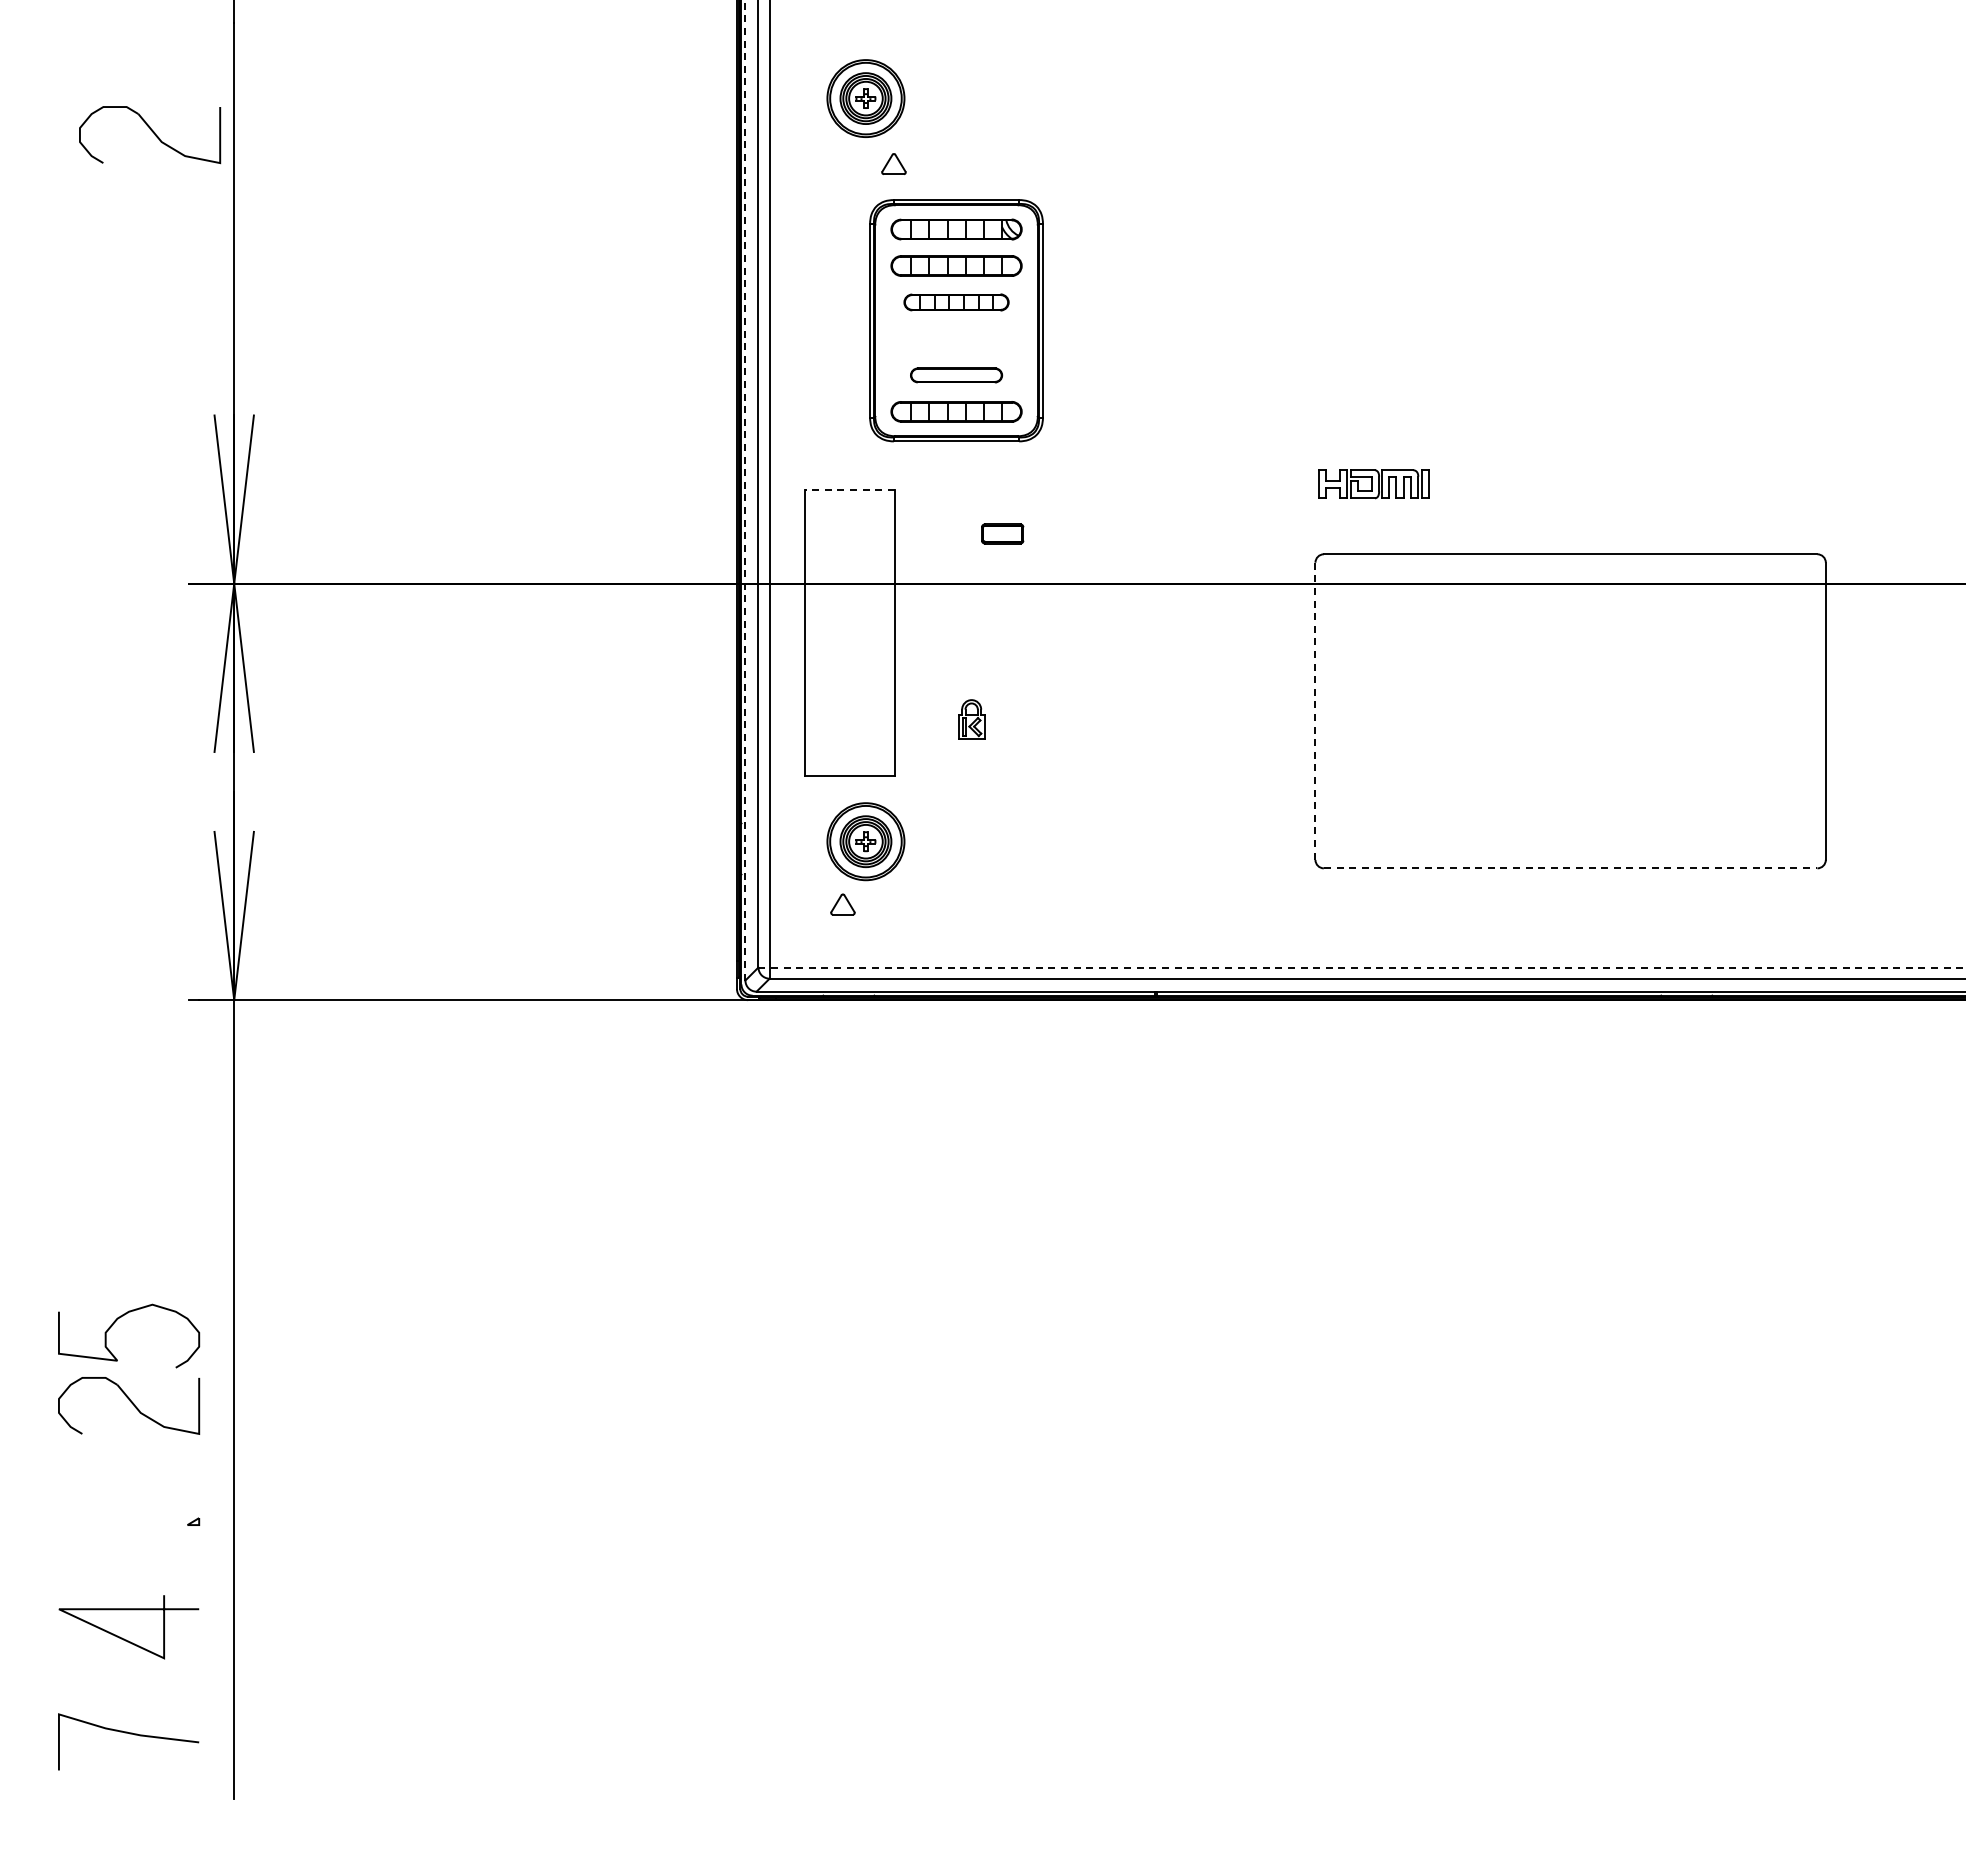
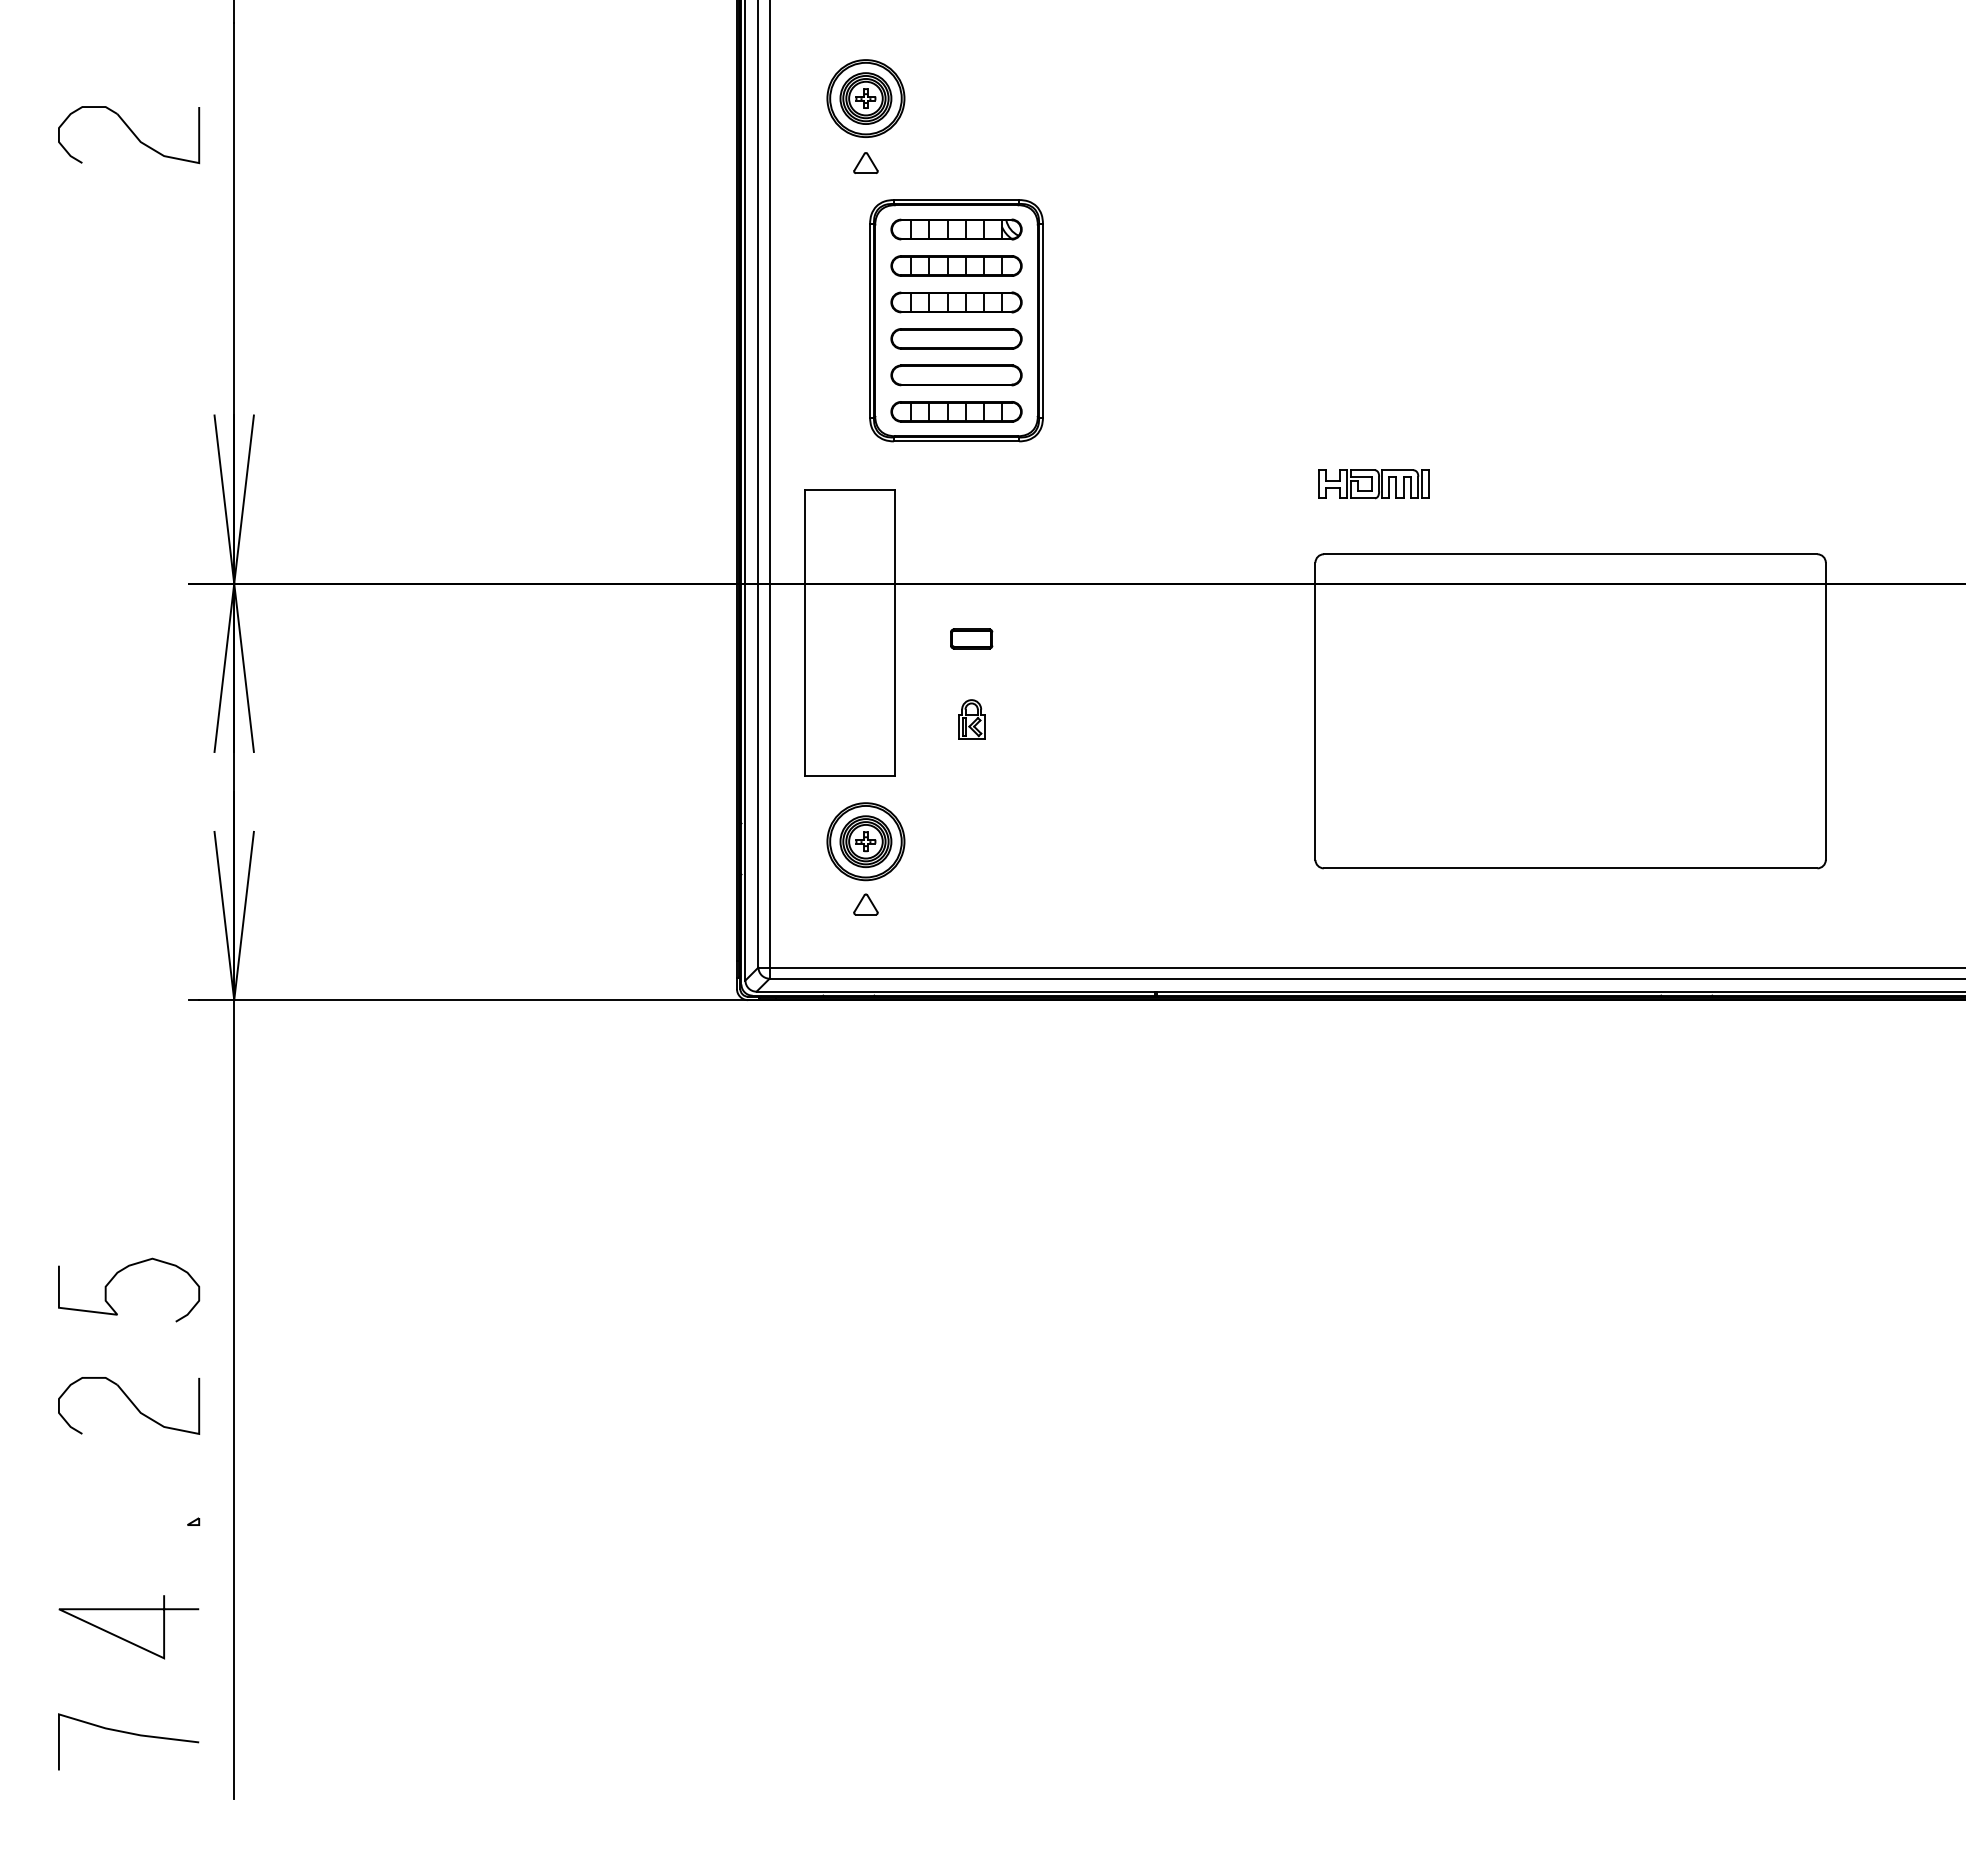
part at (150, 135) position: (150, 135) -> (129, 135)
part at (893, 163) position: (893, 163) -> (865, 162)
part at (956, 302) size: 107x19 px -> 133x23 px
part at (956, 338): none -> present
part at (956, 375) size: 94x17 px -> 133x23 px
line at (849, 489): dashed -> solid
line at (745, 490): dashed -> solid
part at (1002, 533) position: (1002, 533) -> (971, 638)
line at (1315, 711): dashed -> solid
line at (1570, 868): dashed -> solid
part at (842, 904) position: (842, 904) -> (865, 904)
line at (1362, 967): dashed -> solid
curve at (116, 1321) position: (116, 1321) -> (116, 1275)
